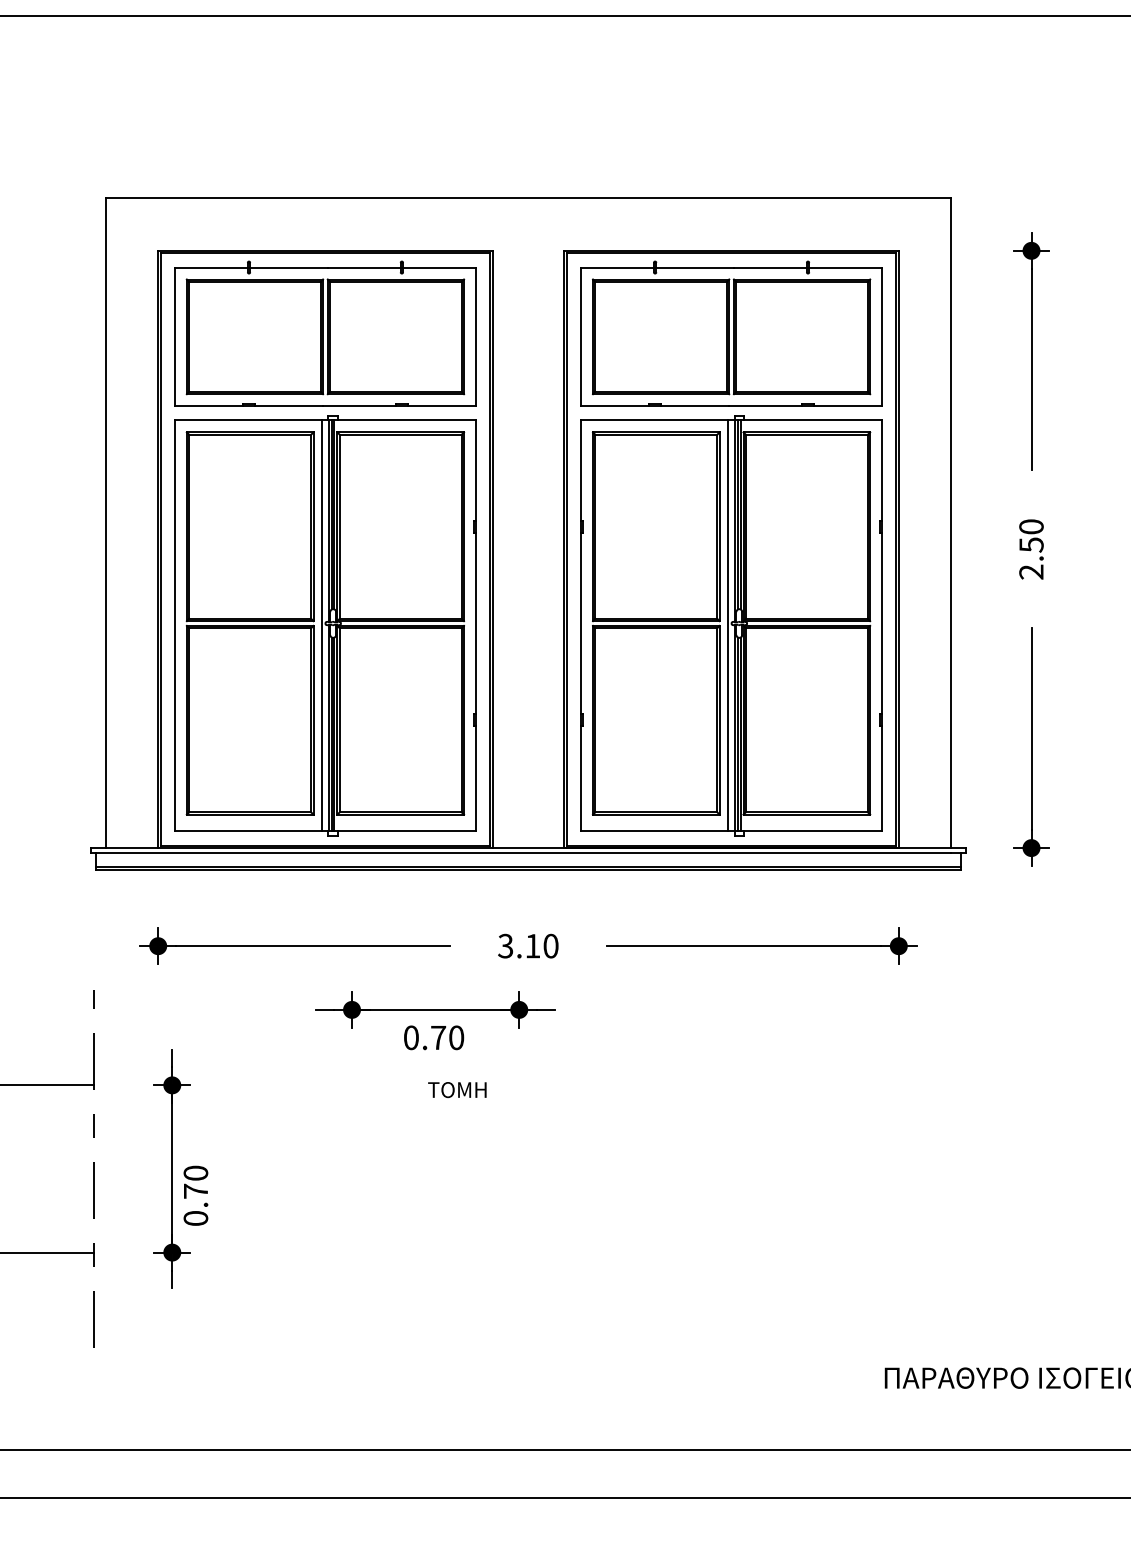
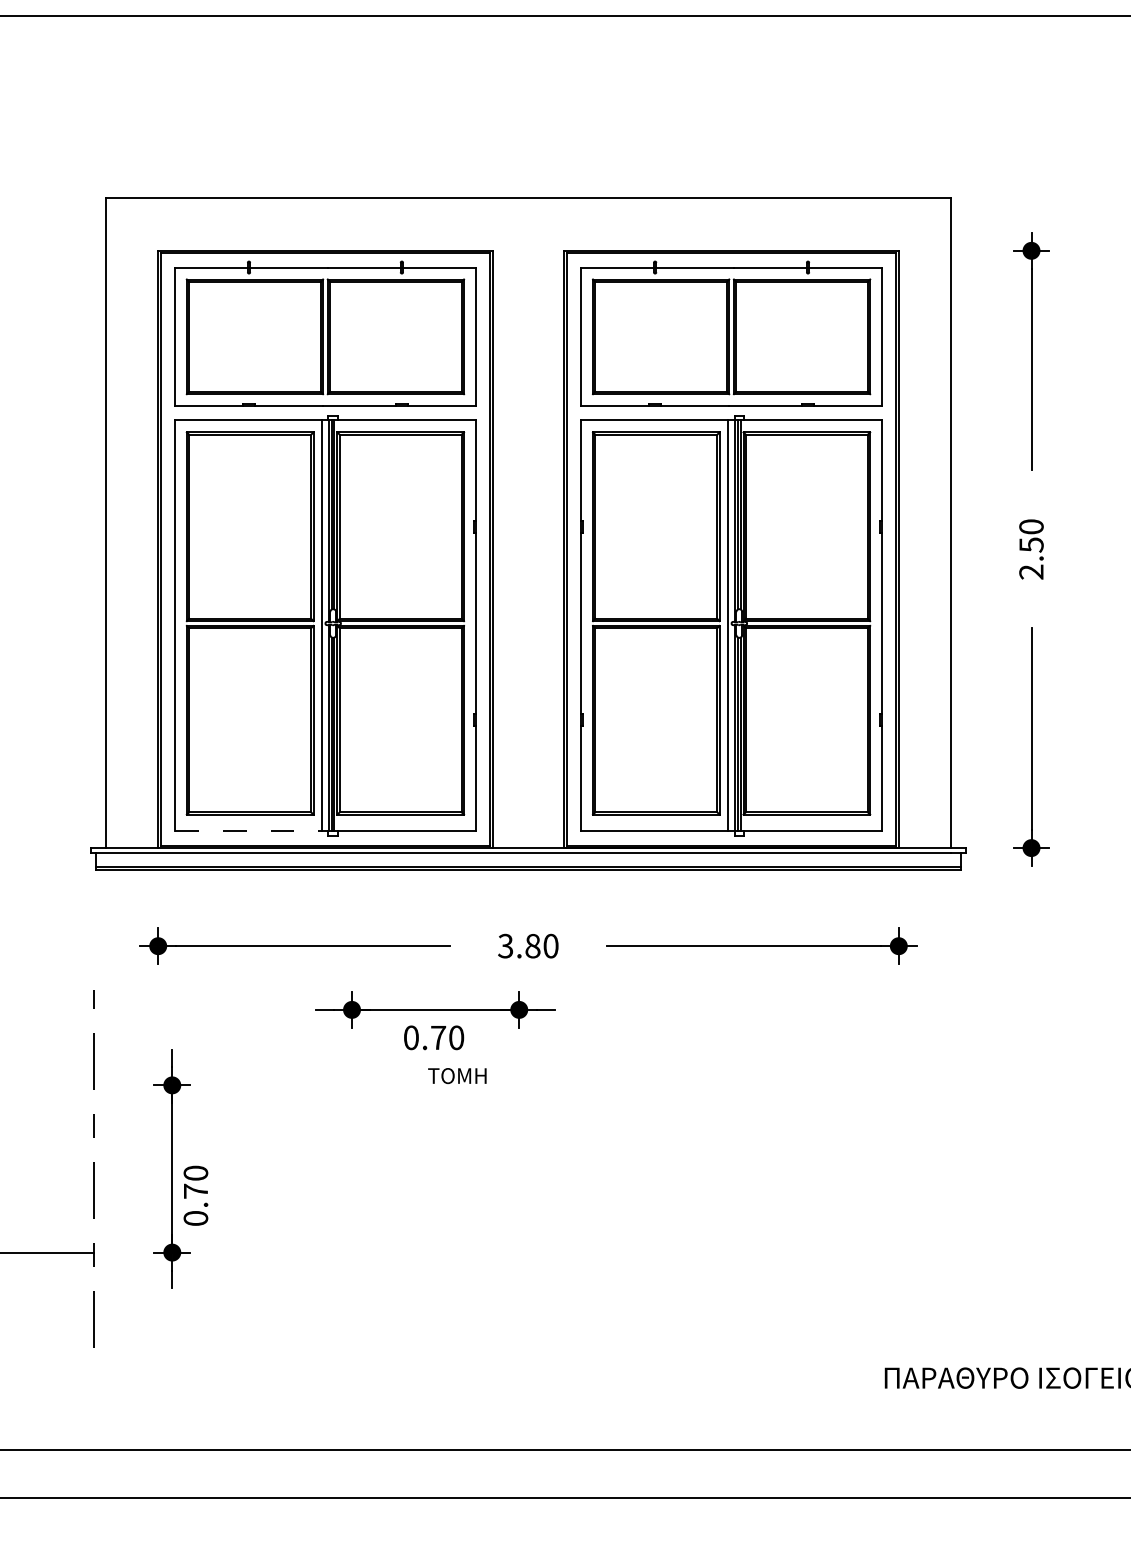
line at (253, 831): solid -> dashed
text at (532, 946): 3.10 -> 3.80
line at (47, 1085): present -> none
text at (457, 1090) position: (457, 1090) -> (457, 1076)
